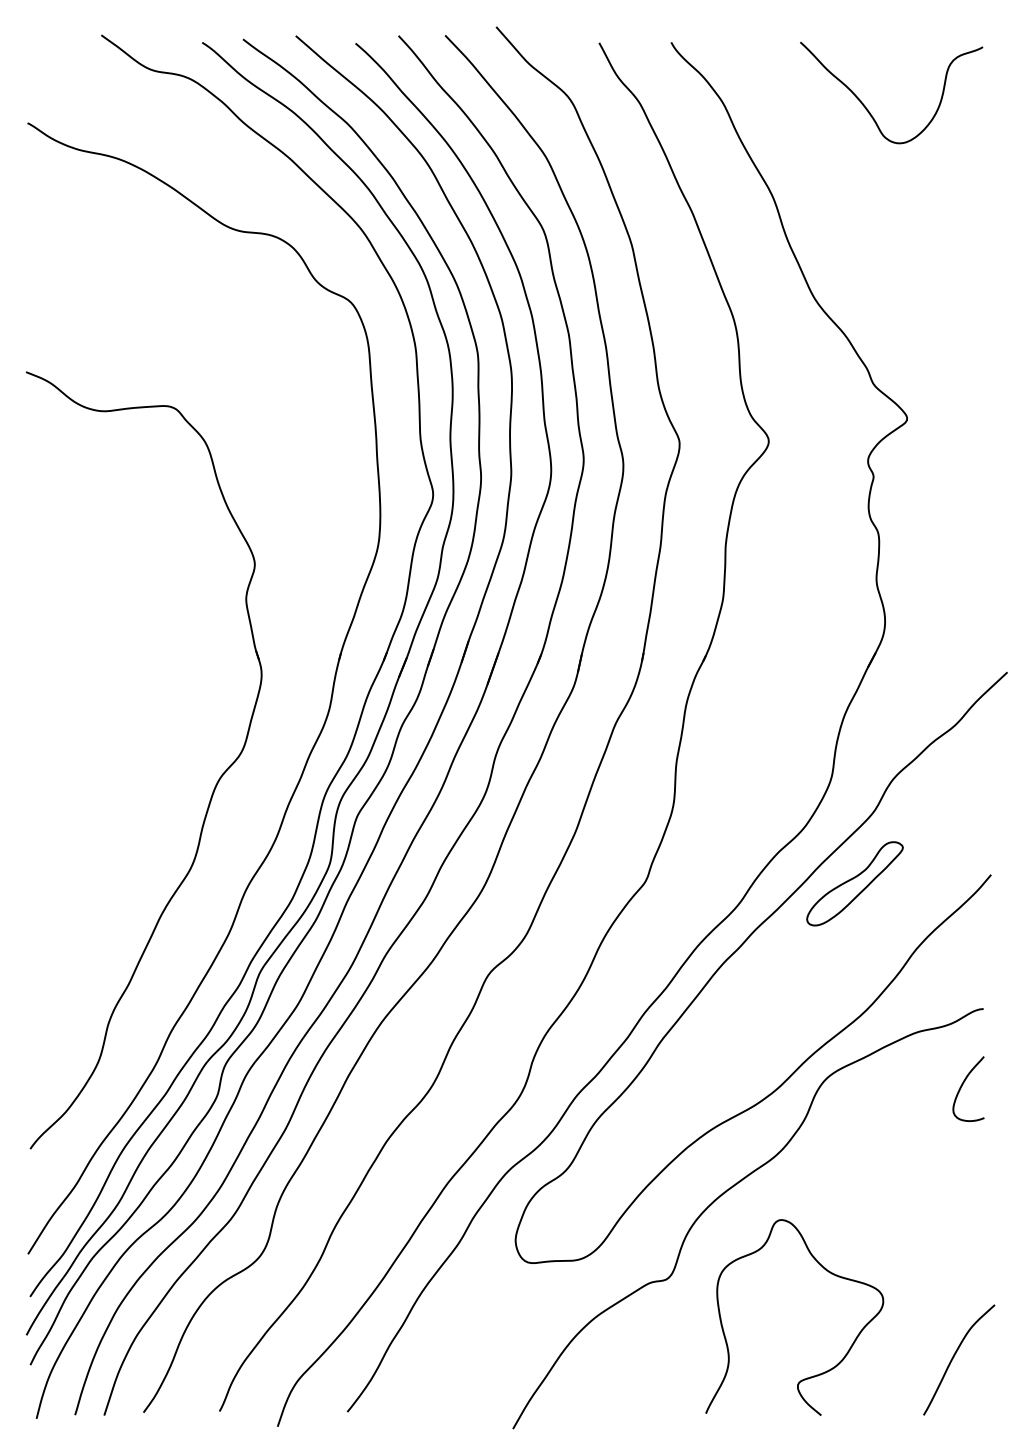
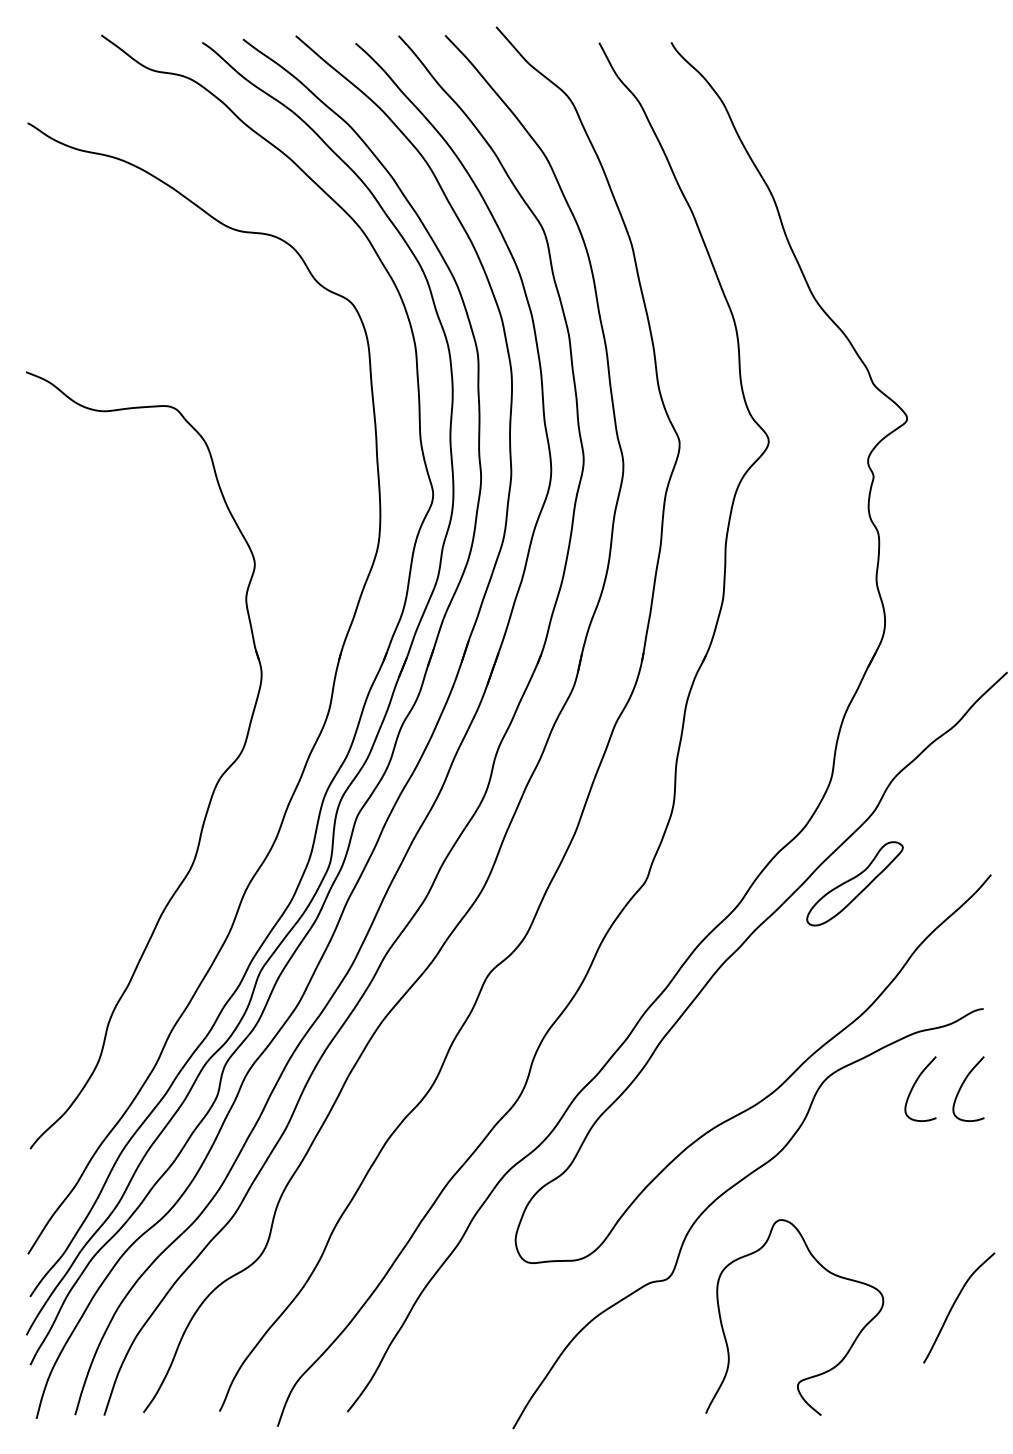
curve at (868, 109): present -> none
curve at (914, 1086): none -> present
curve at (954, 1357) position: (954, 1357) -> (954, 1305)
